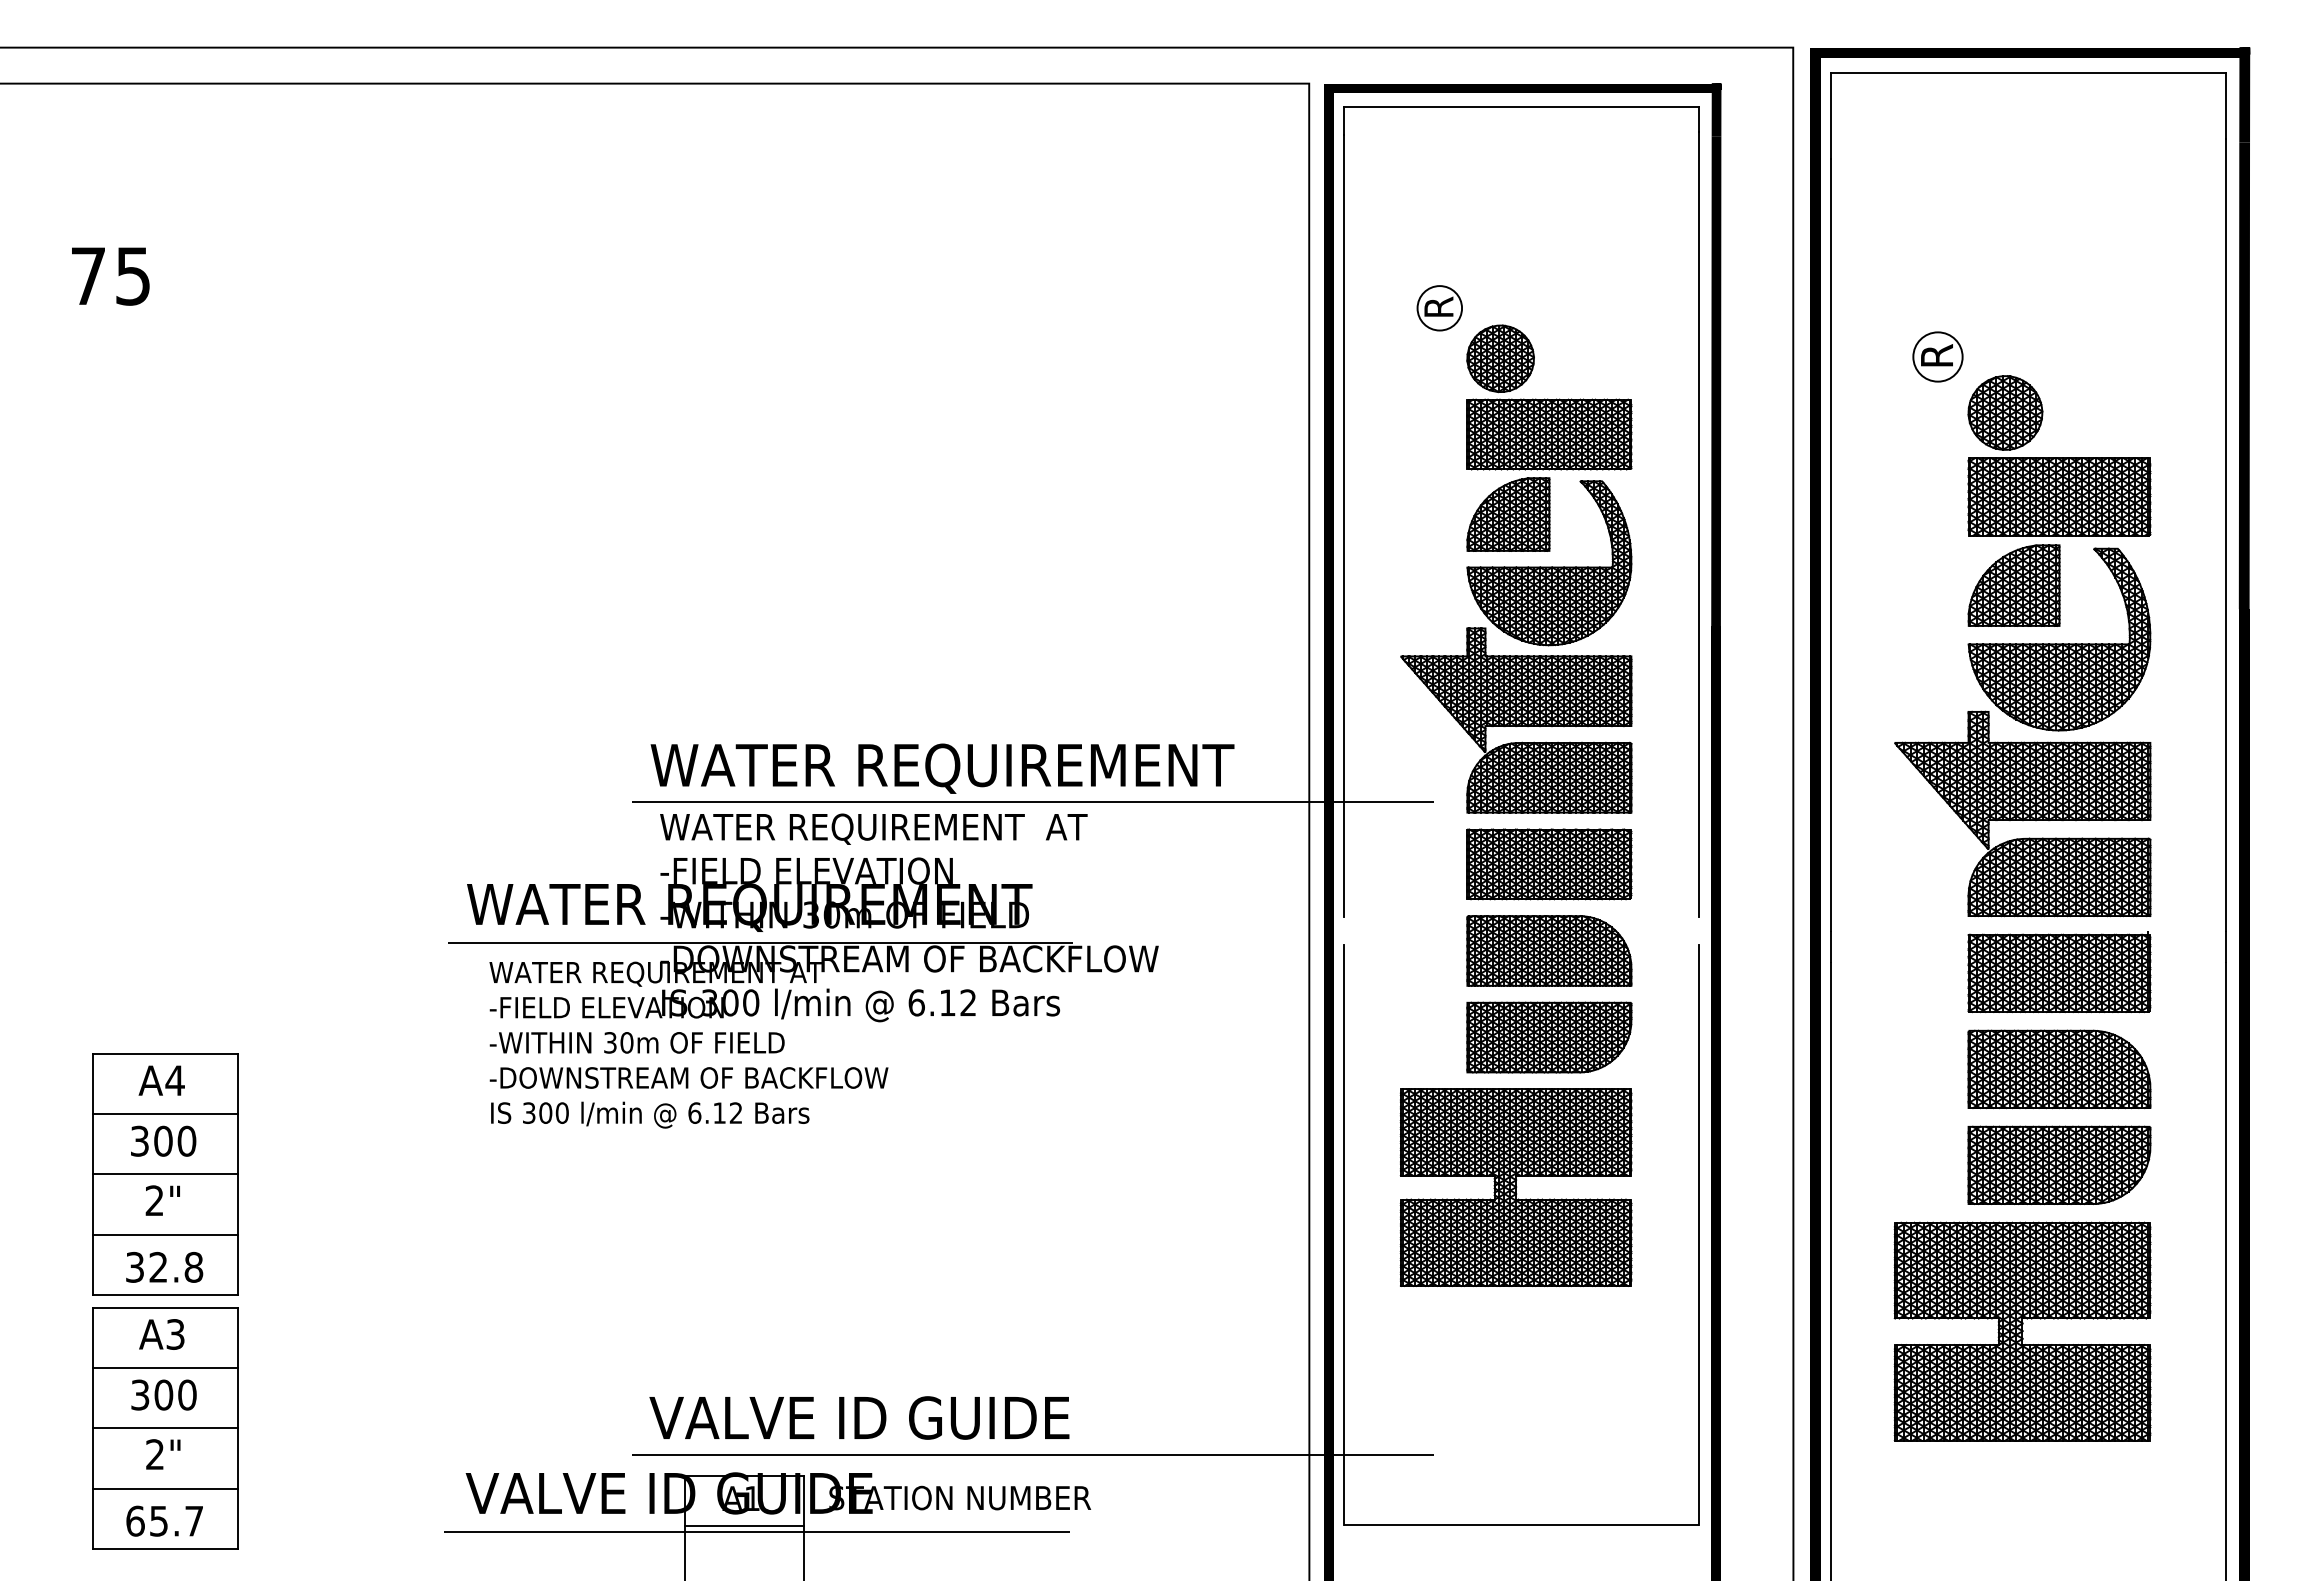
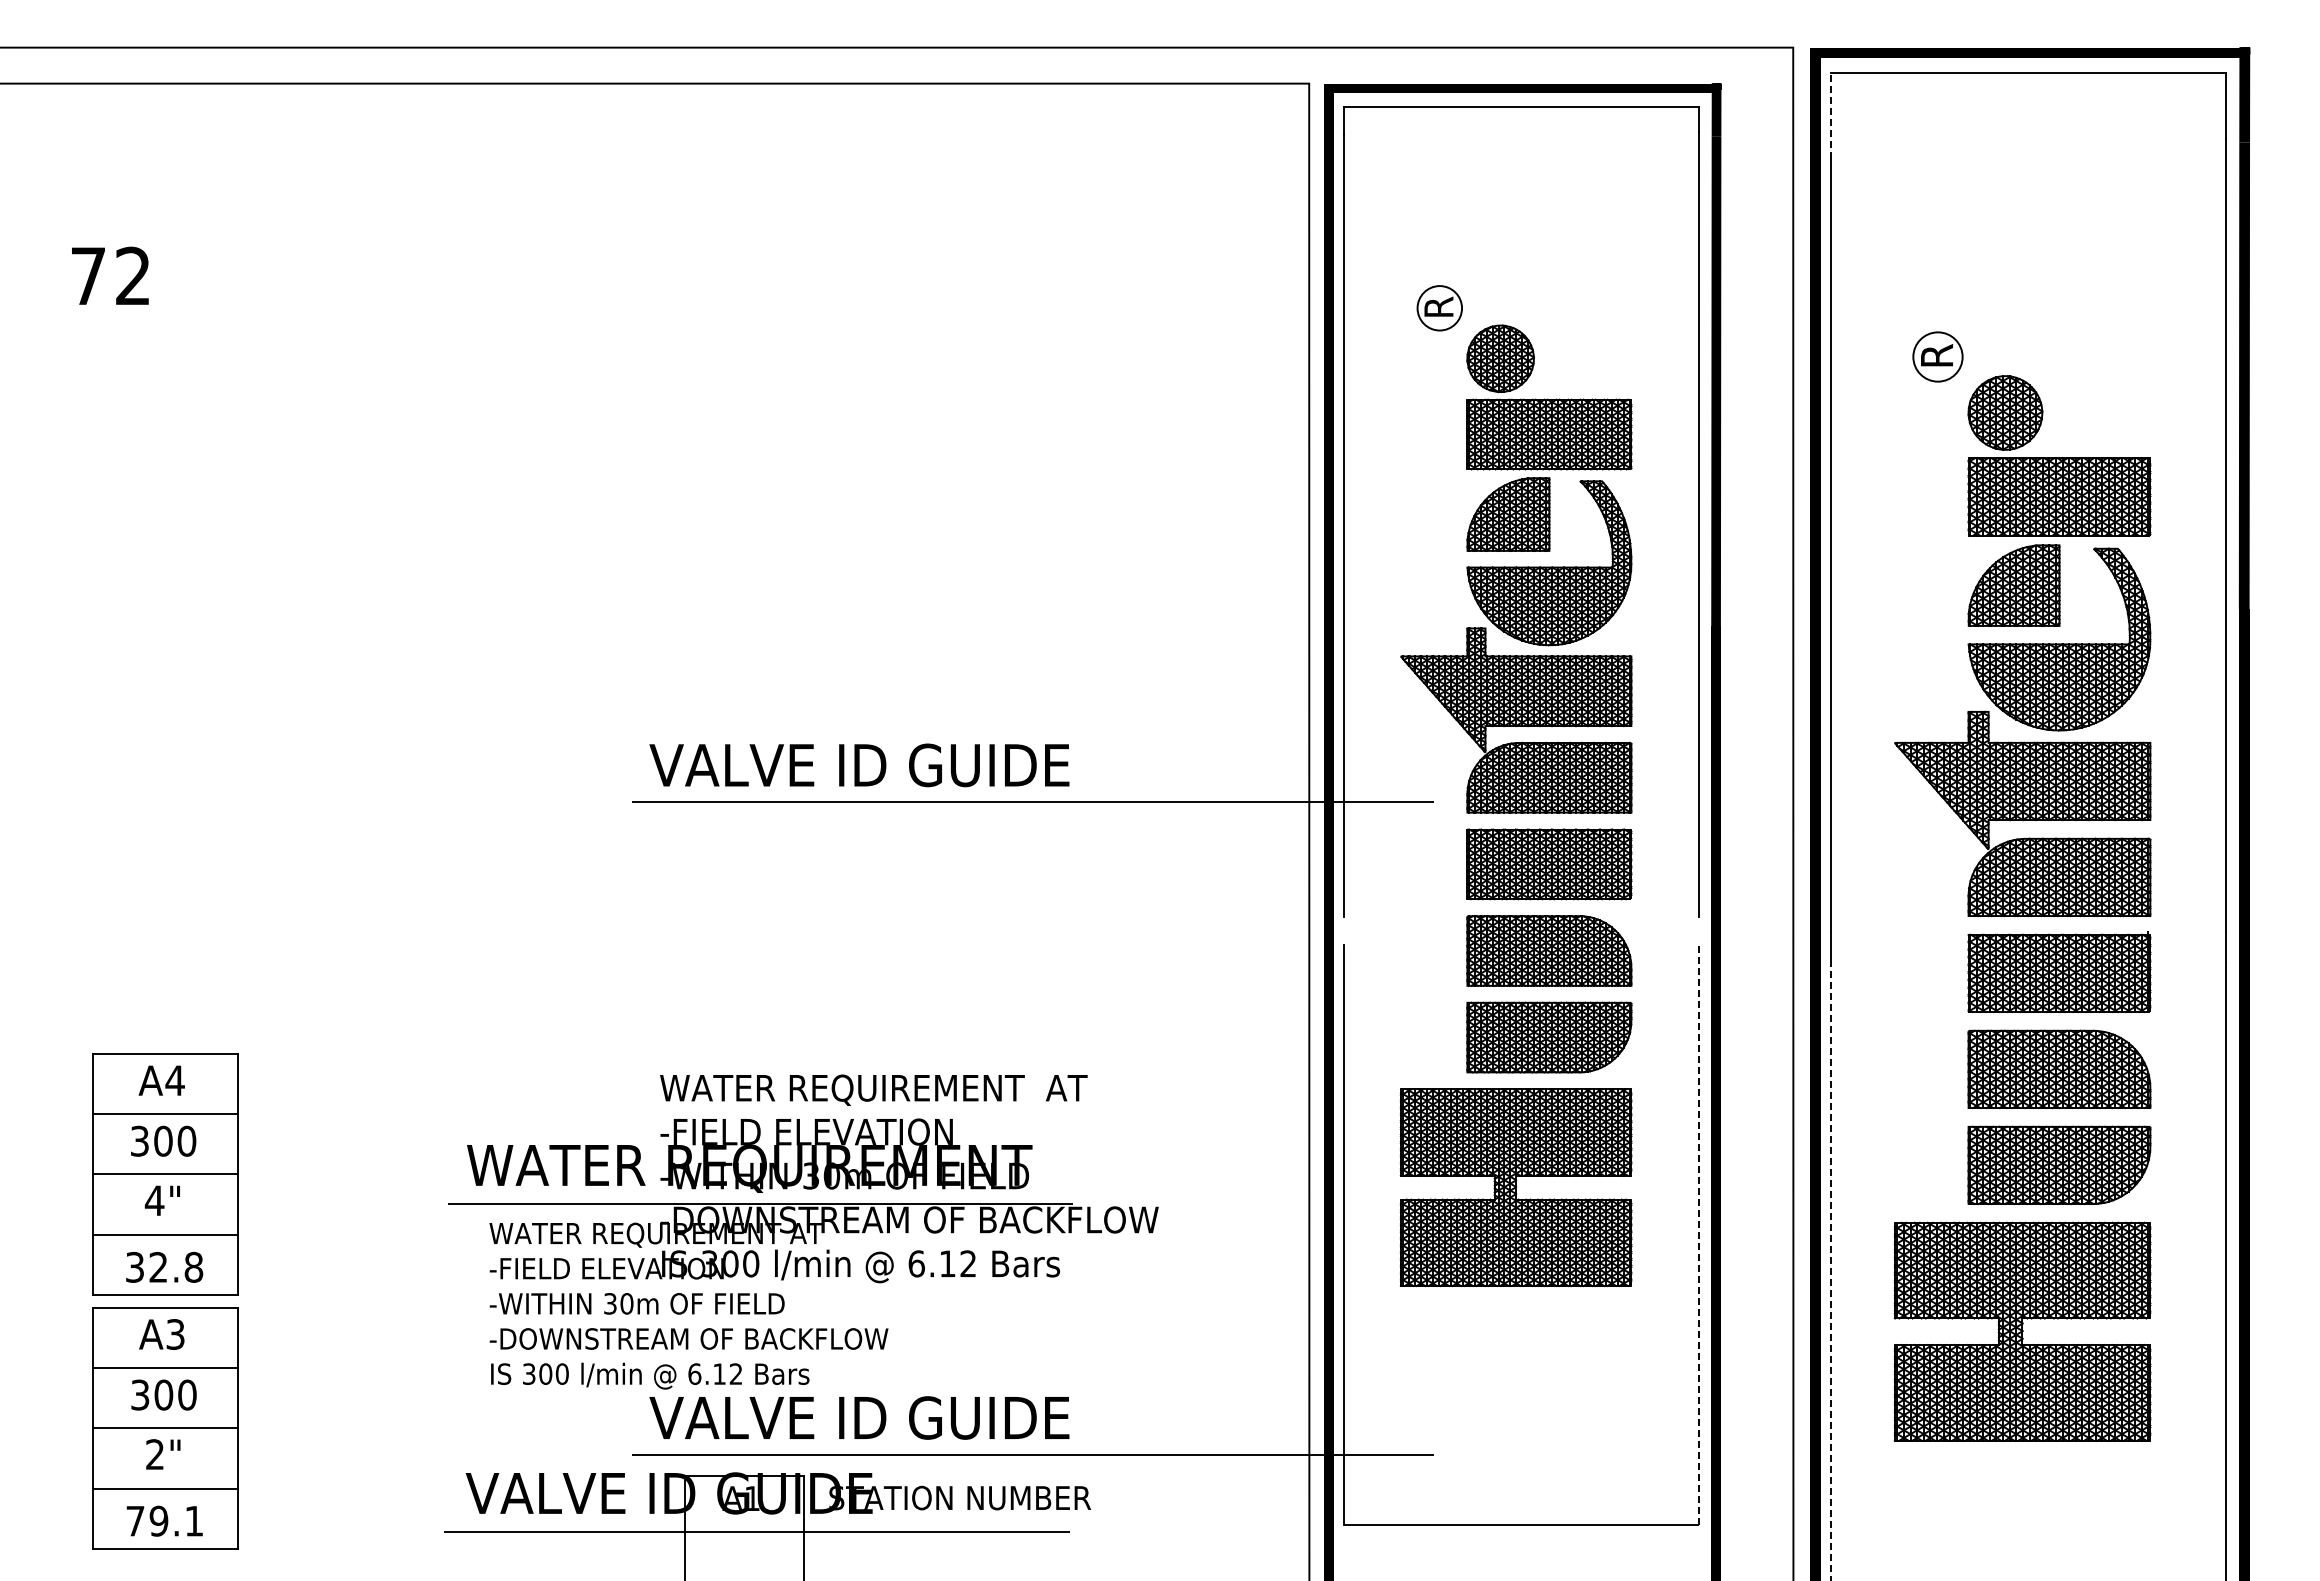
line at (1831, 115): solid -> dashed
text at (132, 275): 75 -> 72
text at (941, 768): WATER REQUIREMENT -> VALVE ID GUIDE
part at (803, 970) position: (803, 970) -> (803, 1231)
text at (154, 1200): 2" -> 4"
line at (1699, 1235): solid -> dashed
line at (1831, 1271): solid -> dashed
text at (164, 1520): 65.7 -> 79.1
line at (744, 1526): present -> none
